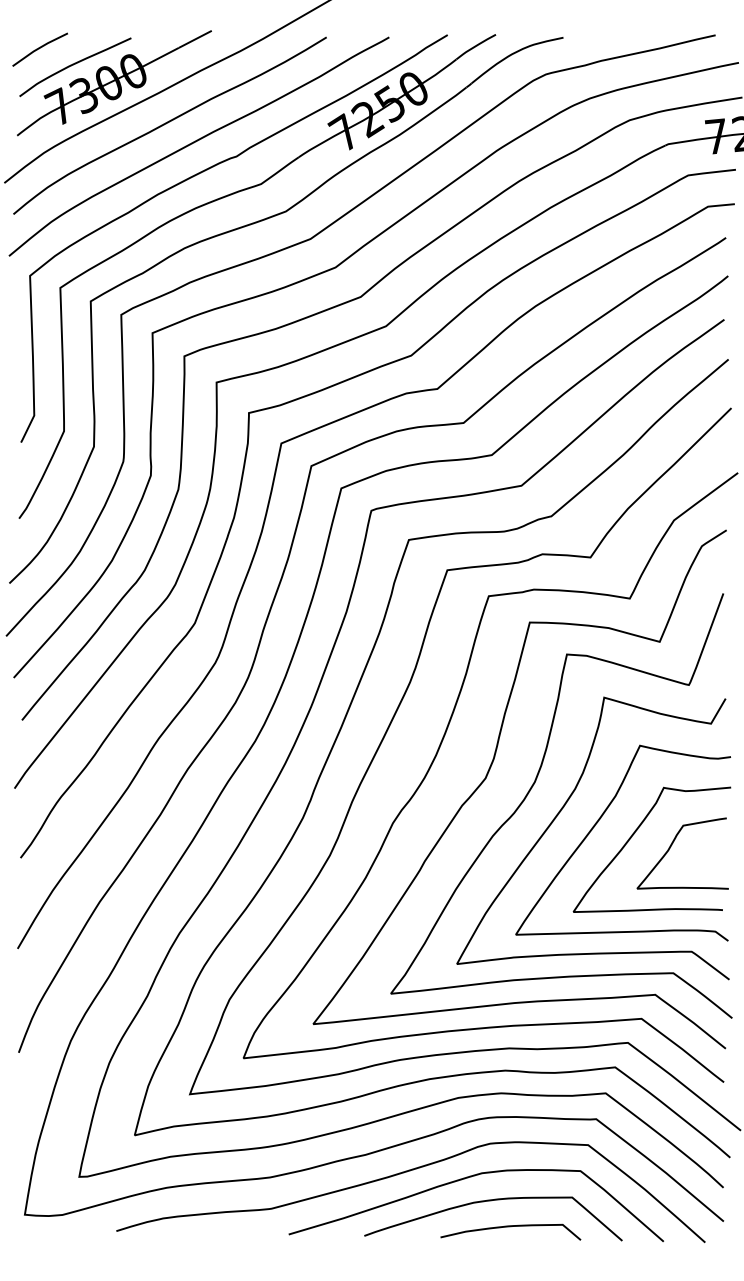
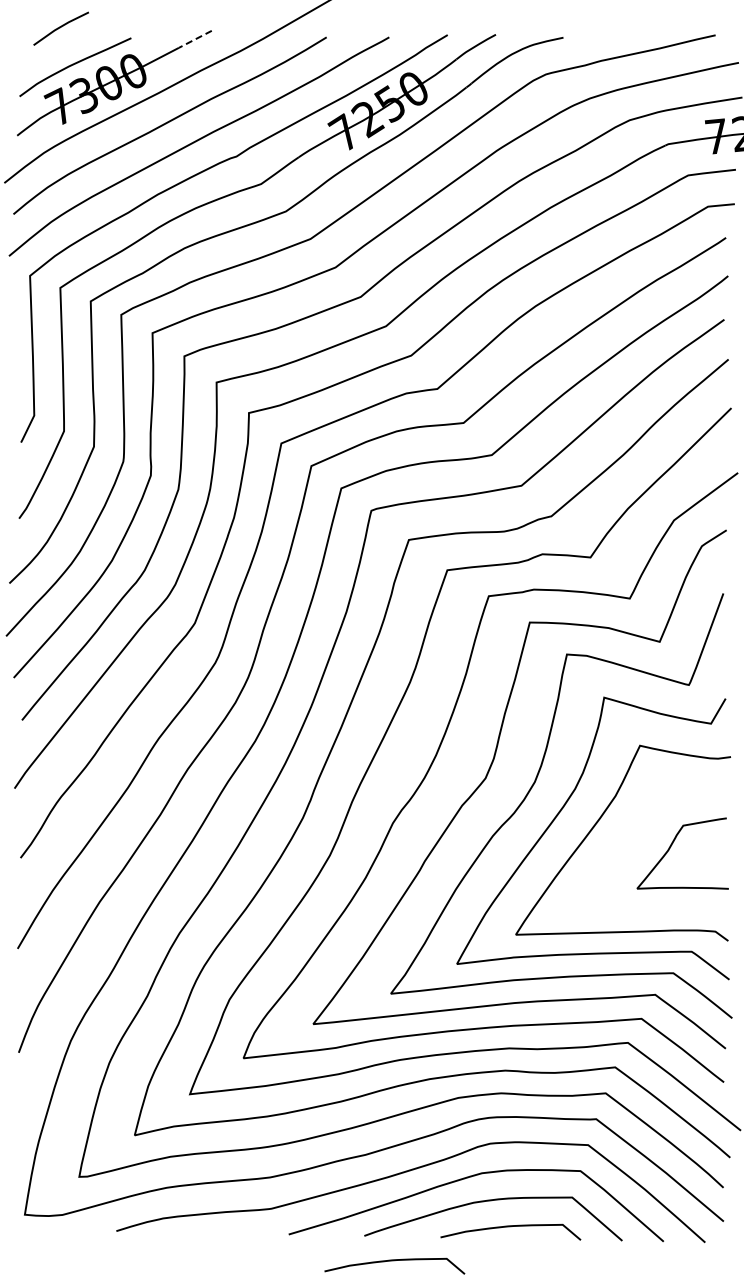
line at (195, 39): solid -> dashed
curve at (39, 49) position: (39, 49) -> (60, 28)
curve at (635, 833): present -> none
curve at (394, 1261): none -> present
